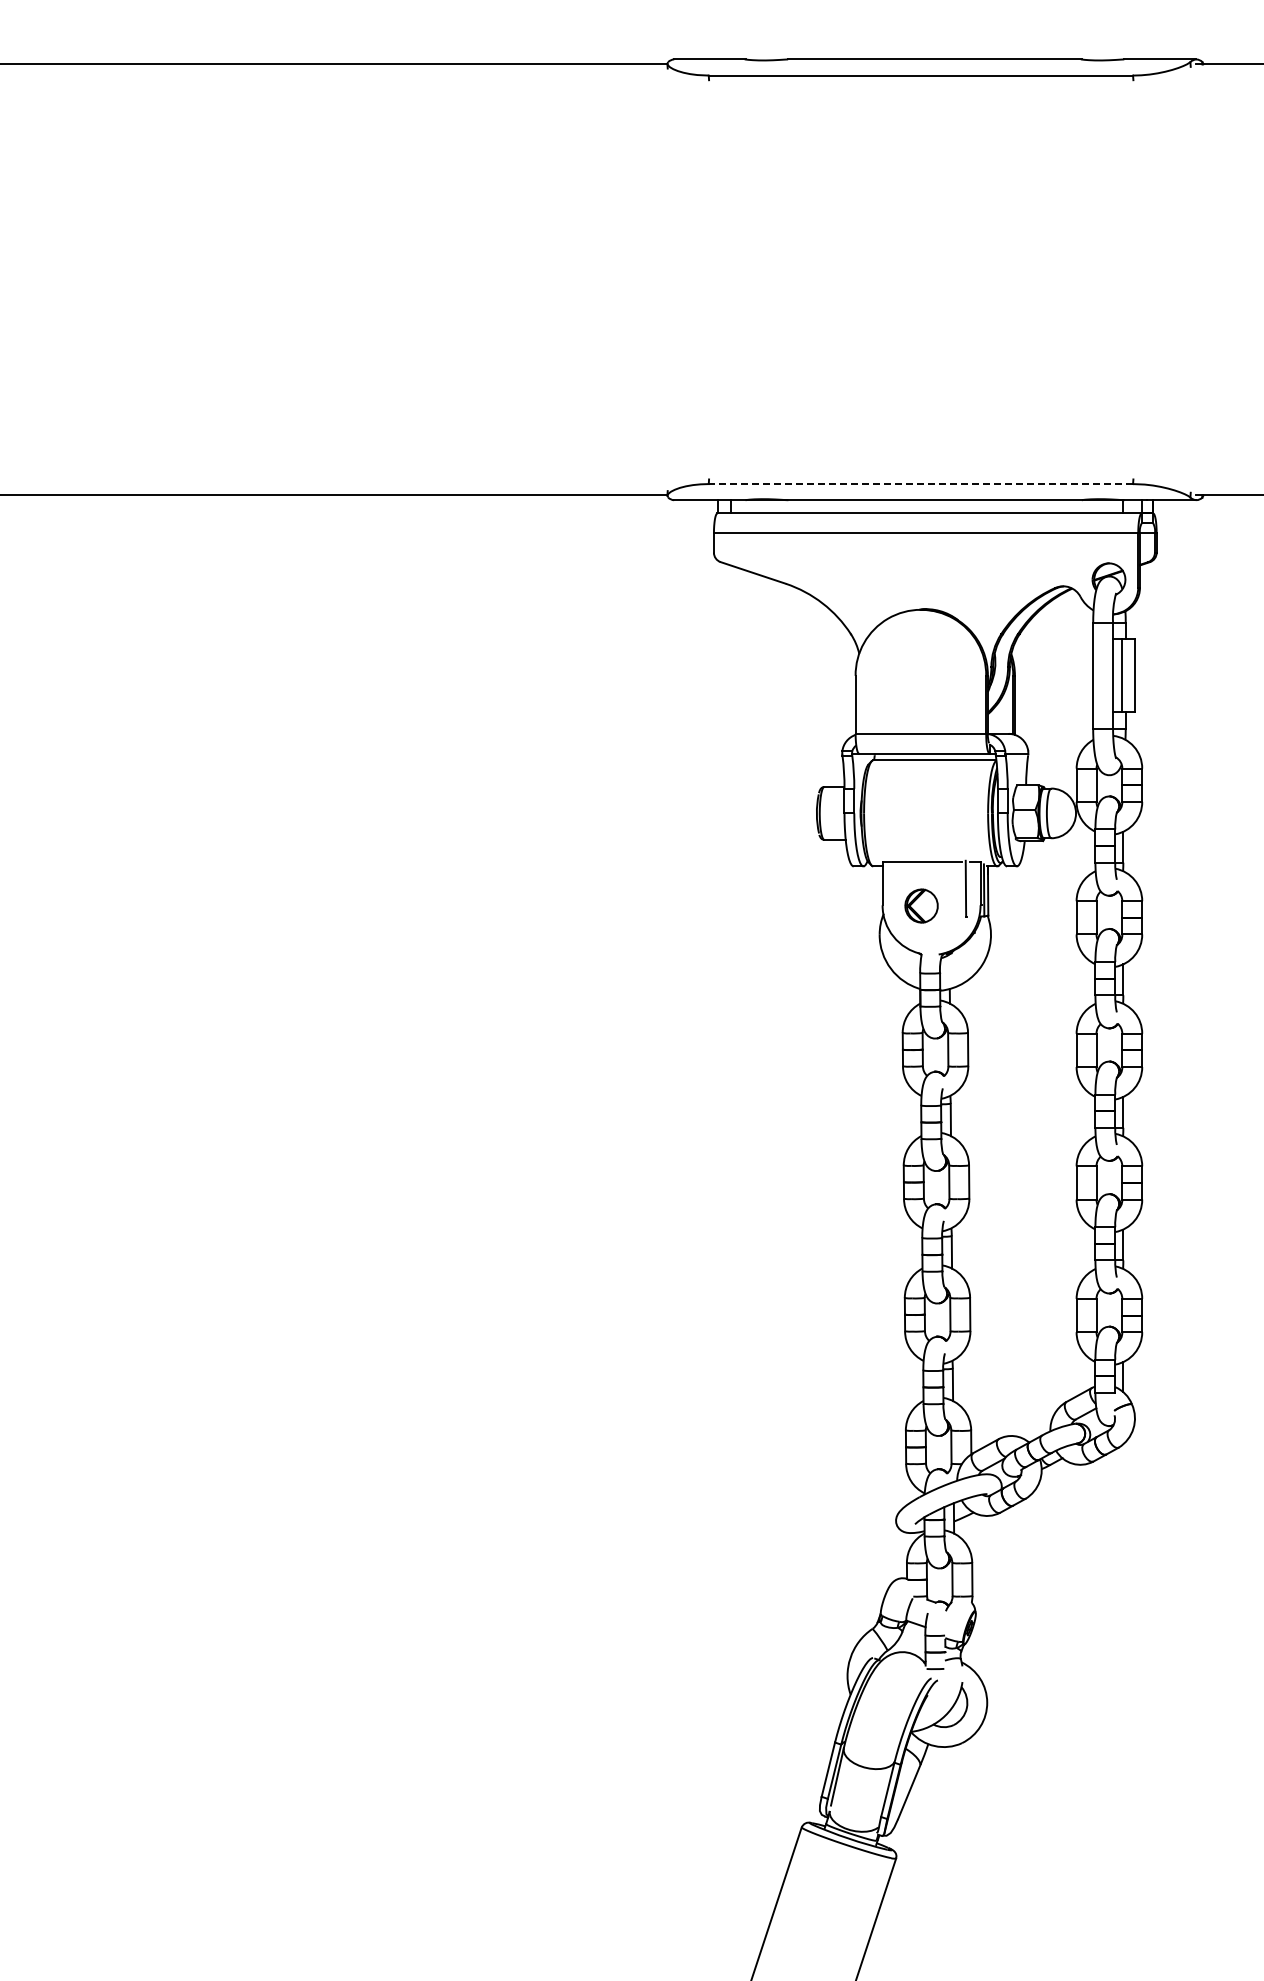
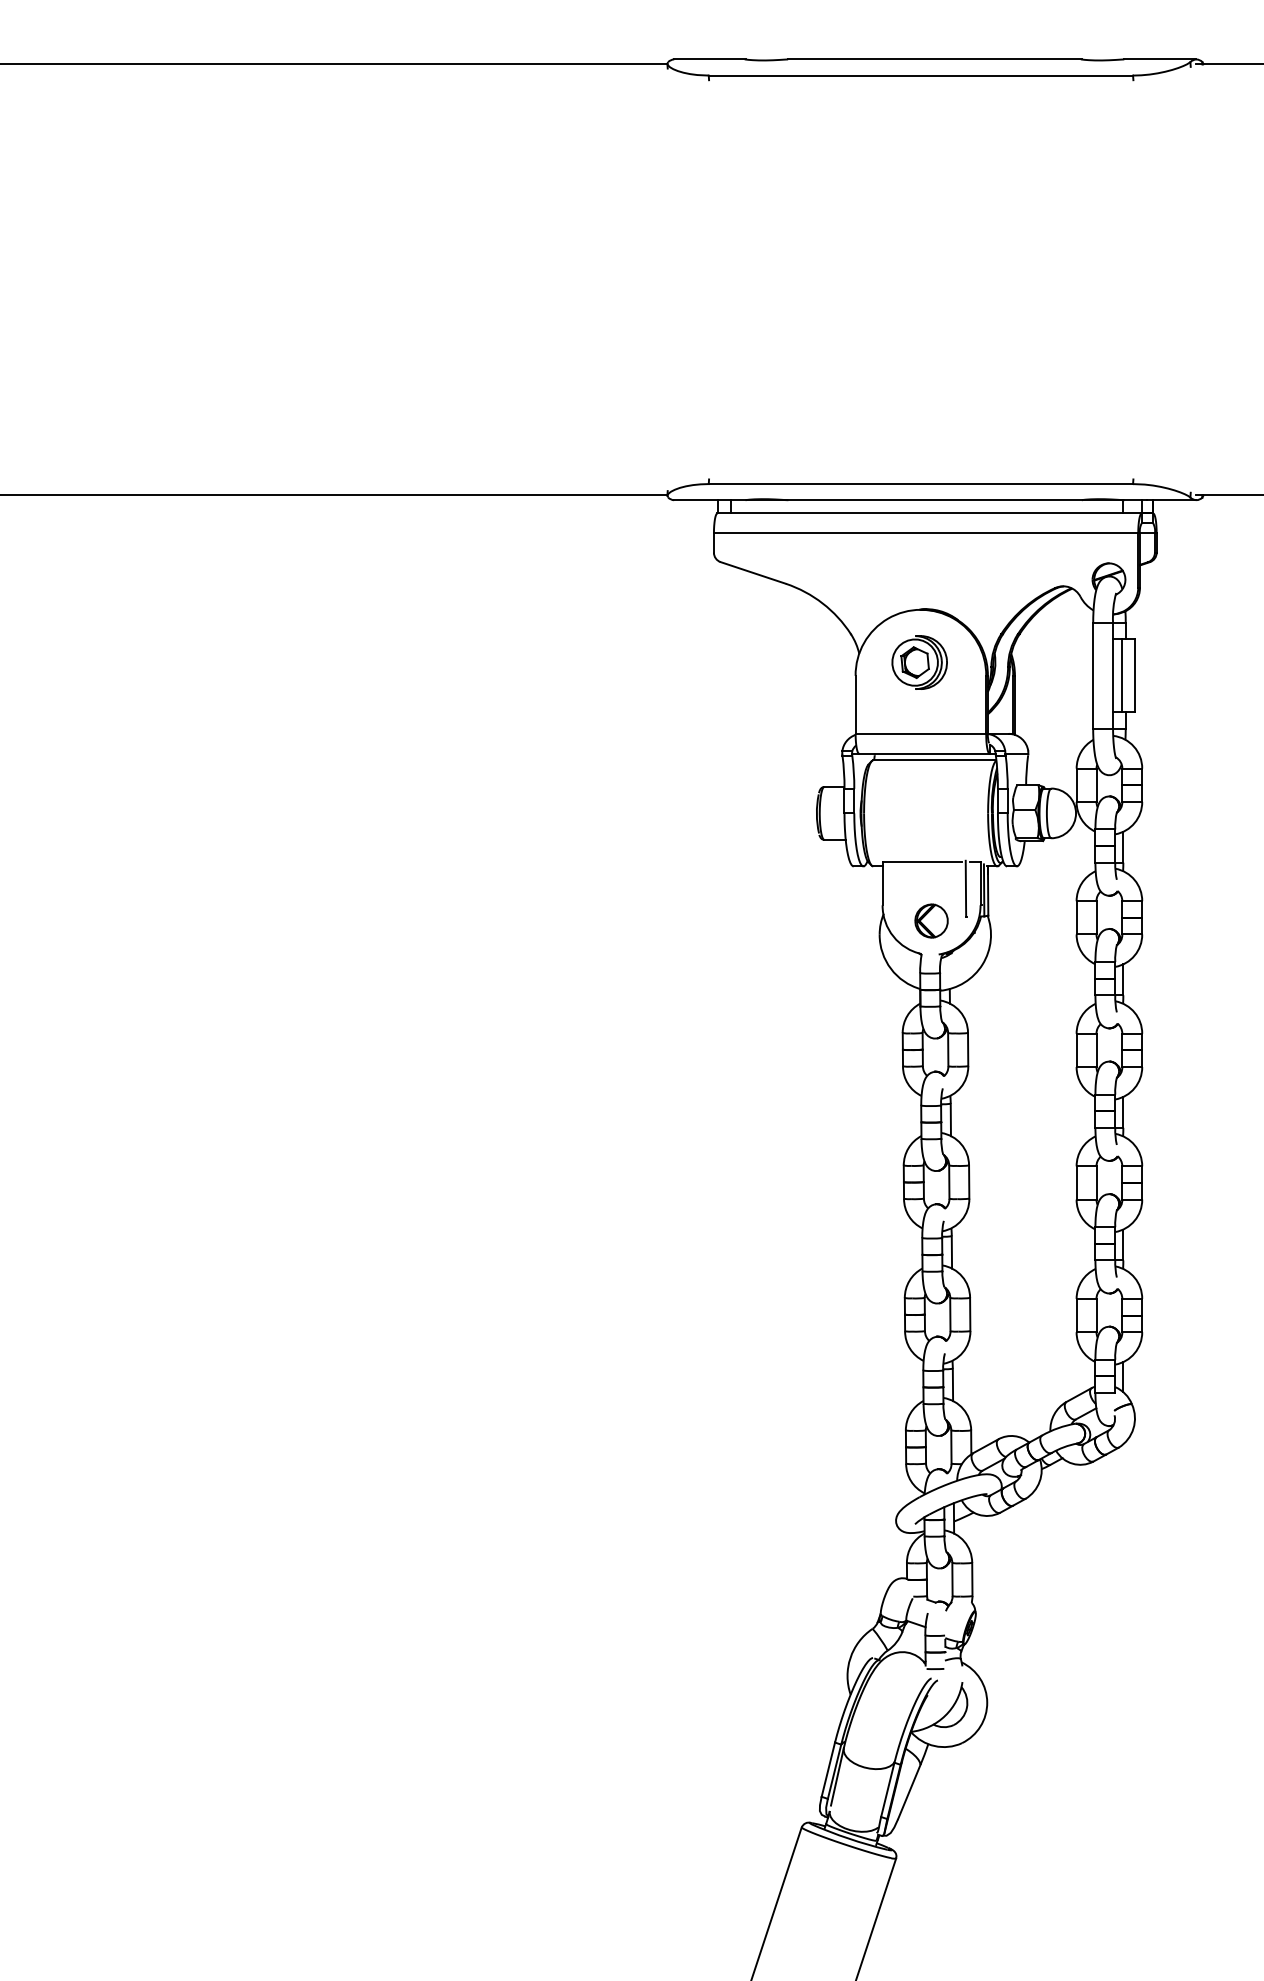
line at (920, 484): dashed -> solid
part at (919, 662): none -> present
part at (921, 905) position: (921, 905) -> (931, 920)
